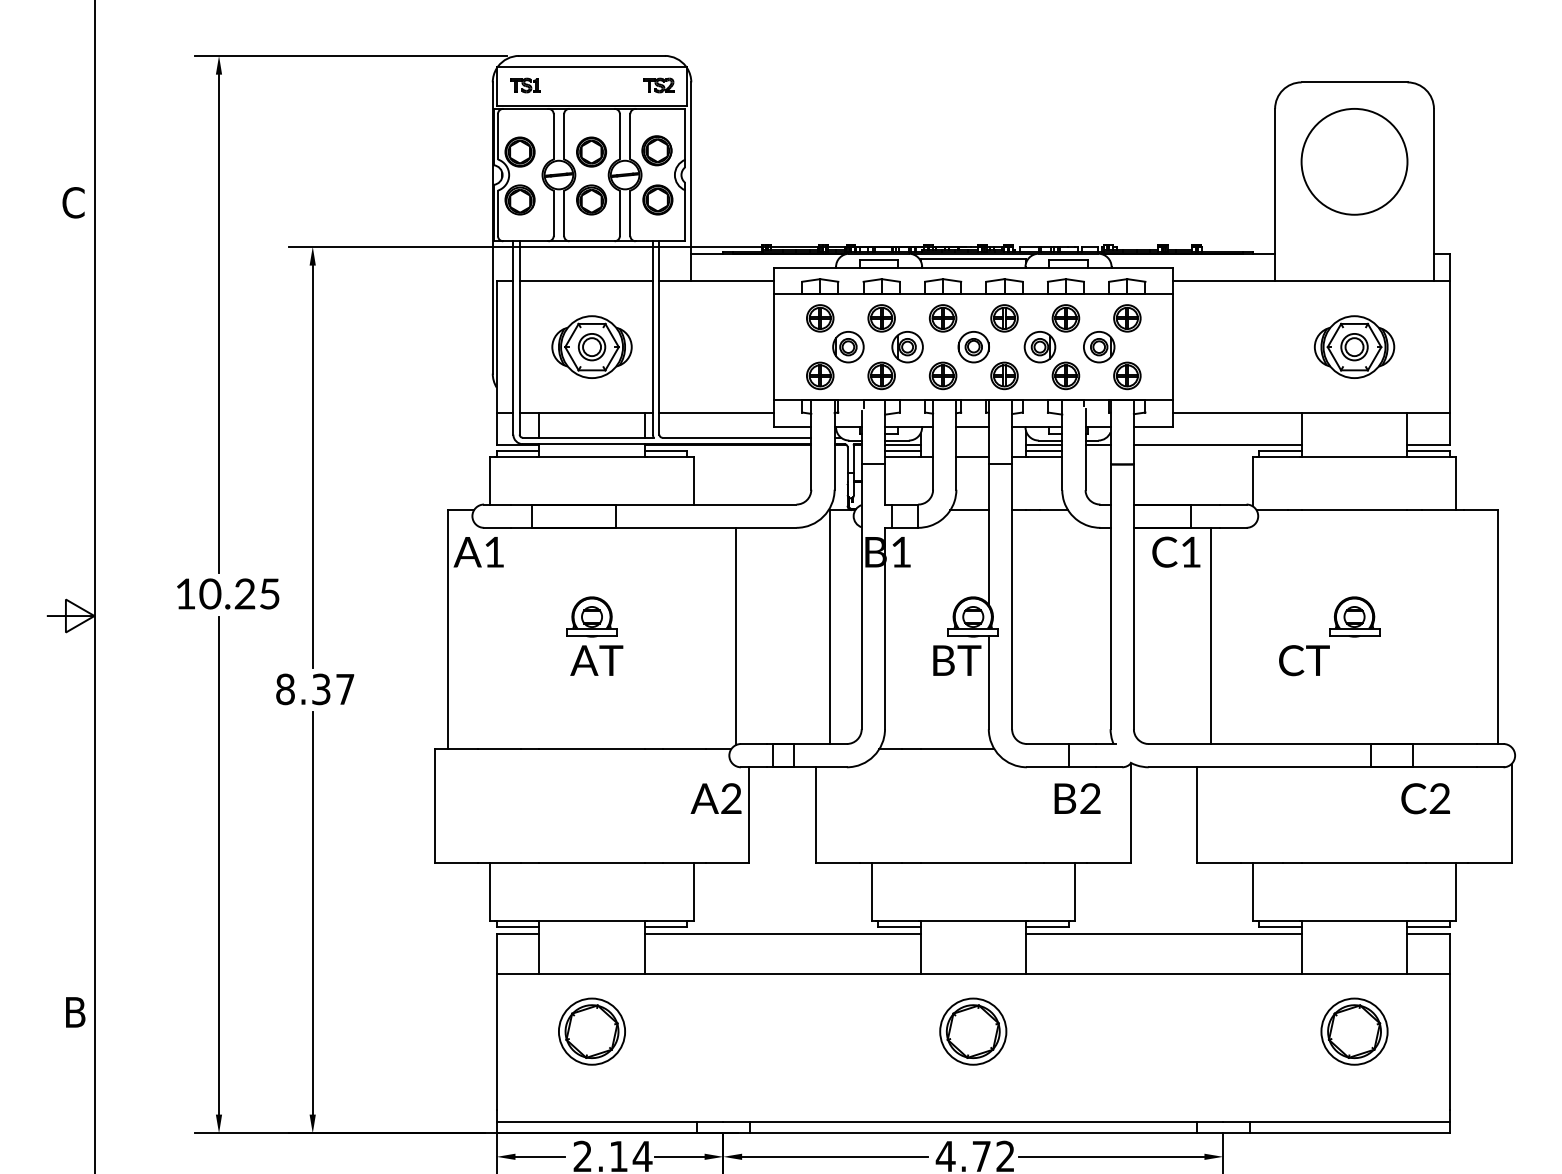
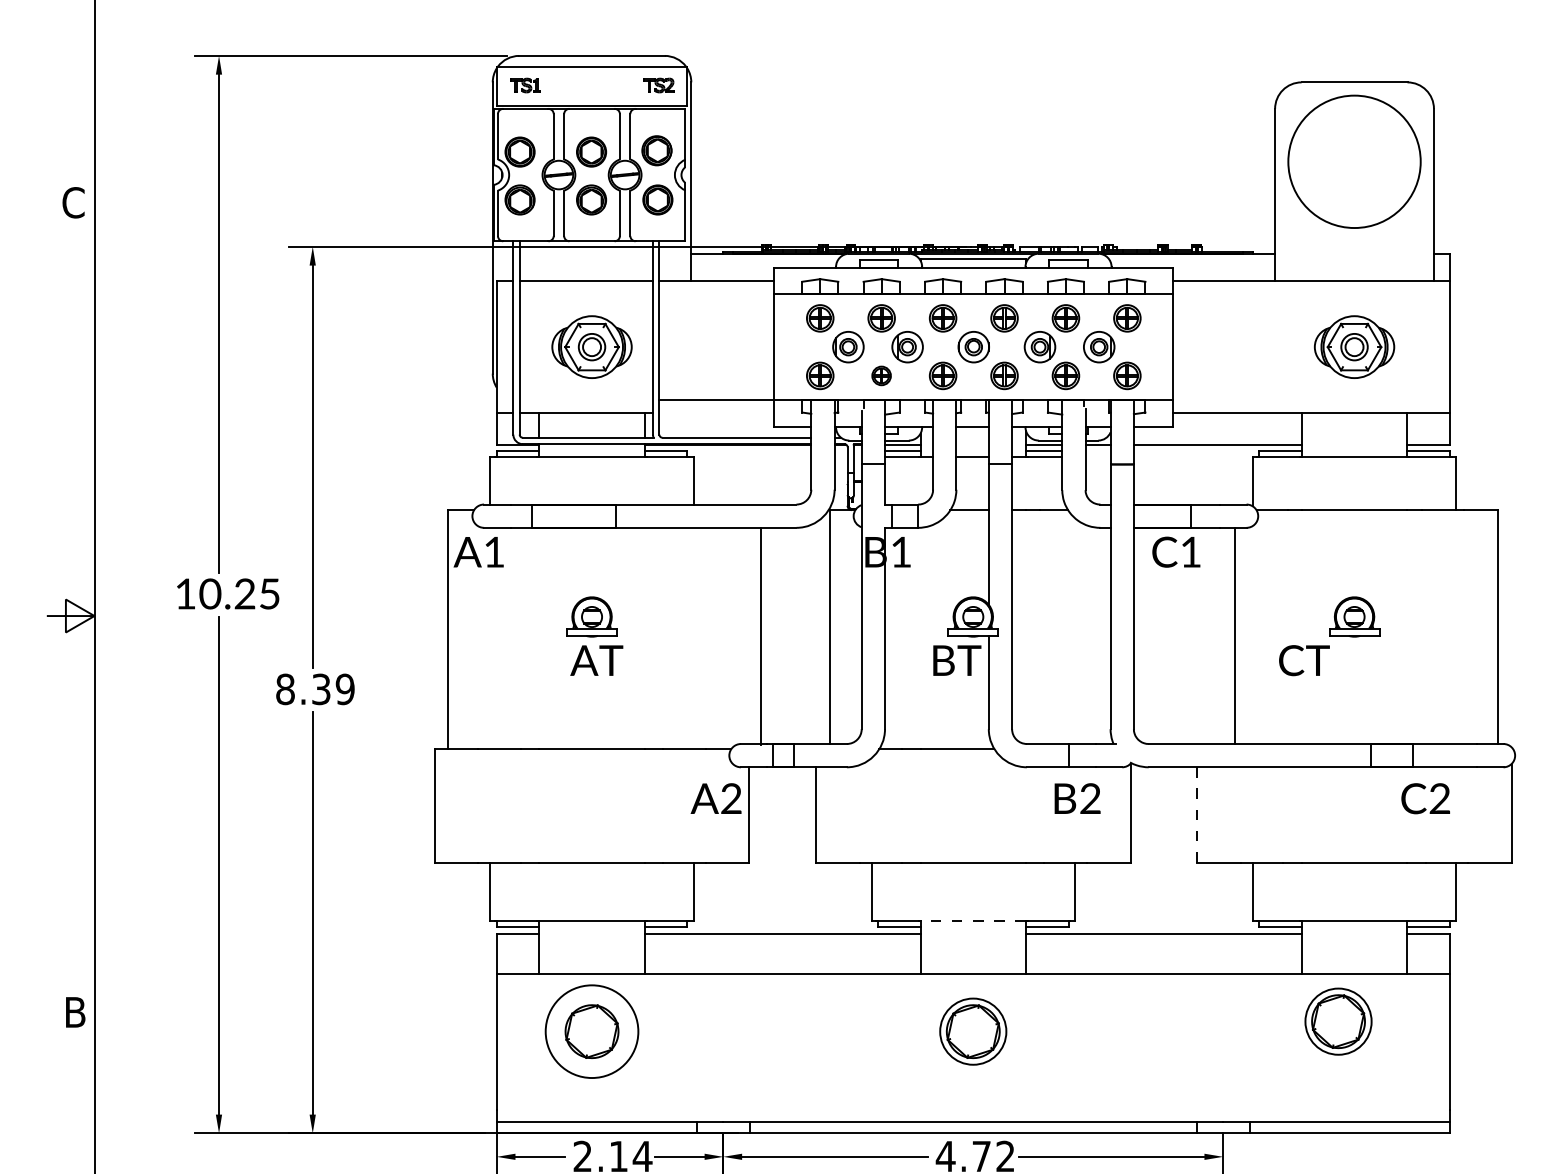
circle at (1354, 161) diameter: 106 px -> 132 px
part at (881, 375) size: 29x30 px -> 21x22 px
line at (716, 413) position: (716, 413) -> (716, 400)
line at (1210, 635) position: (1210, 635) -> (1234, 635)
line at (735, 636) position: (735, 636) -> (760, 636)
text at (344, 689): 8.37 -> 8.39
line at (1197, 814): solid -> dashed
line at (973, 921): solid -> dashed
circle at (591, 1031) diameter: 66 px -> 93 px
part at (1354, 1031) position: (1354, 1031) -> (1338, 1021)
